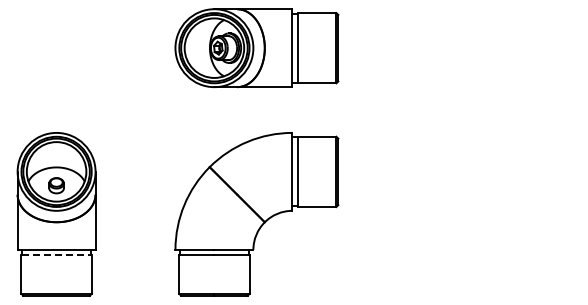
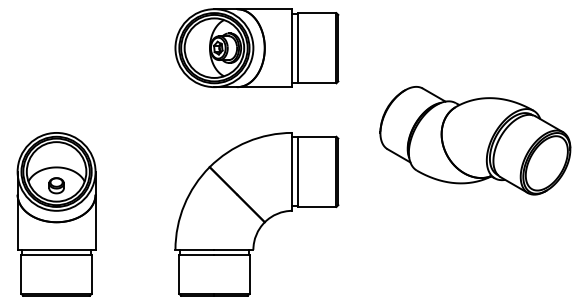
part at (475, 140): none -> present
line at (57, 255): dashed -> solid
